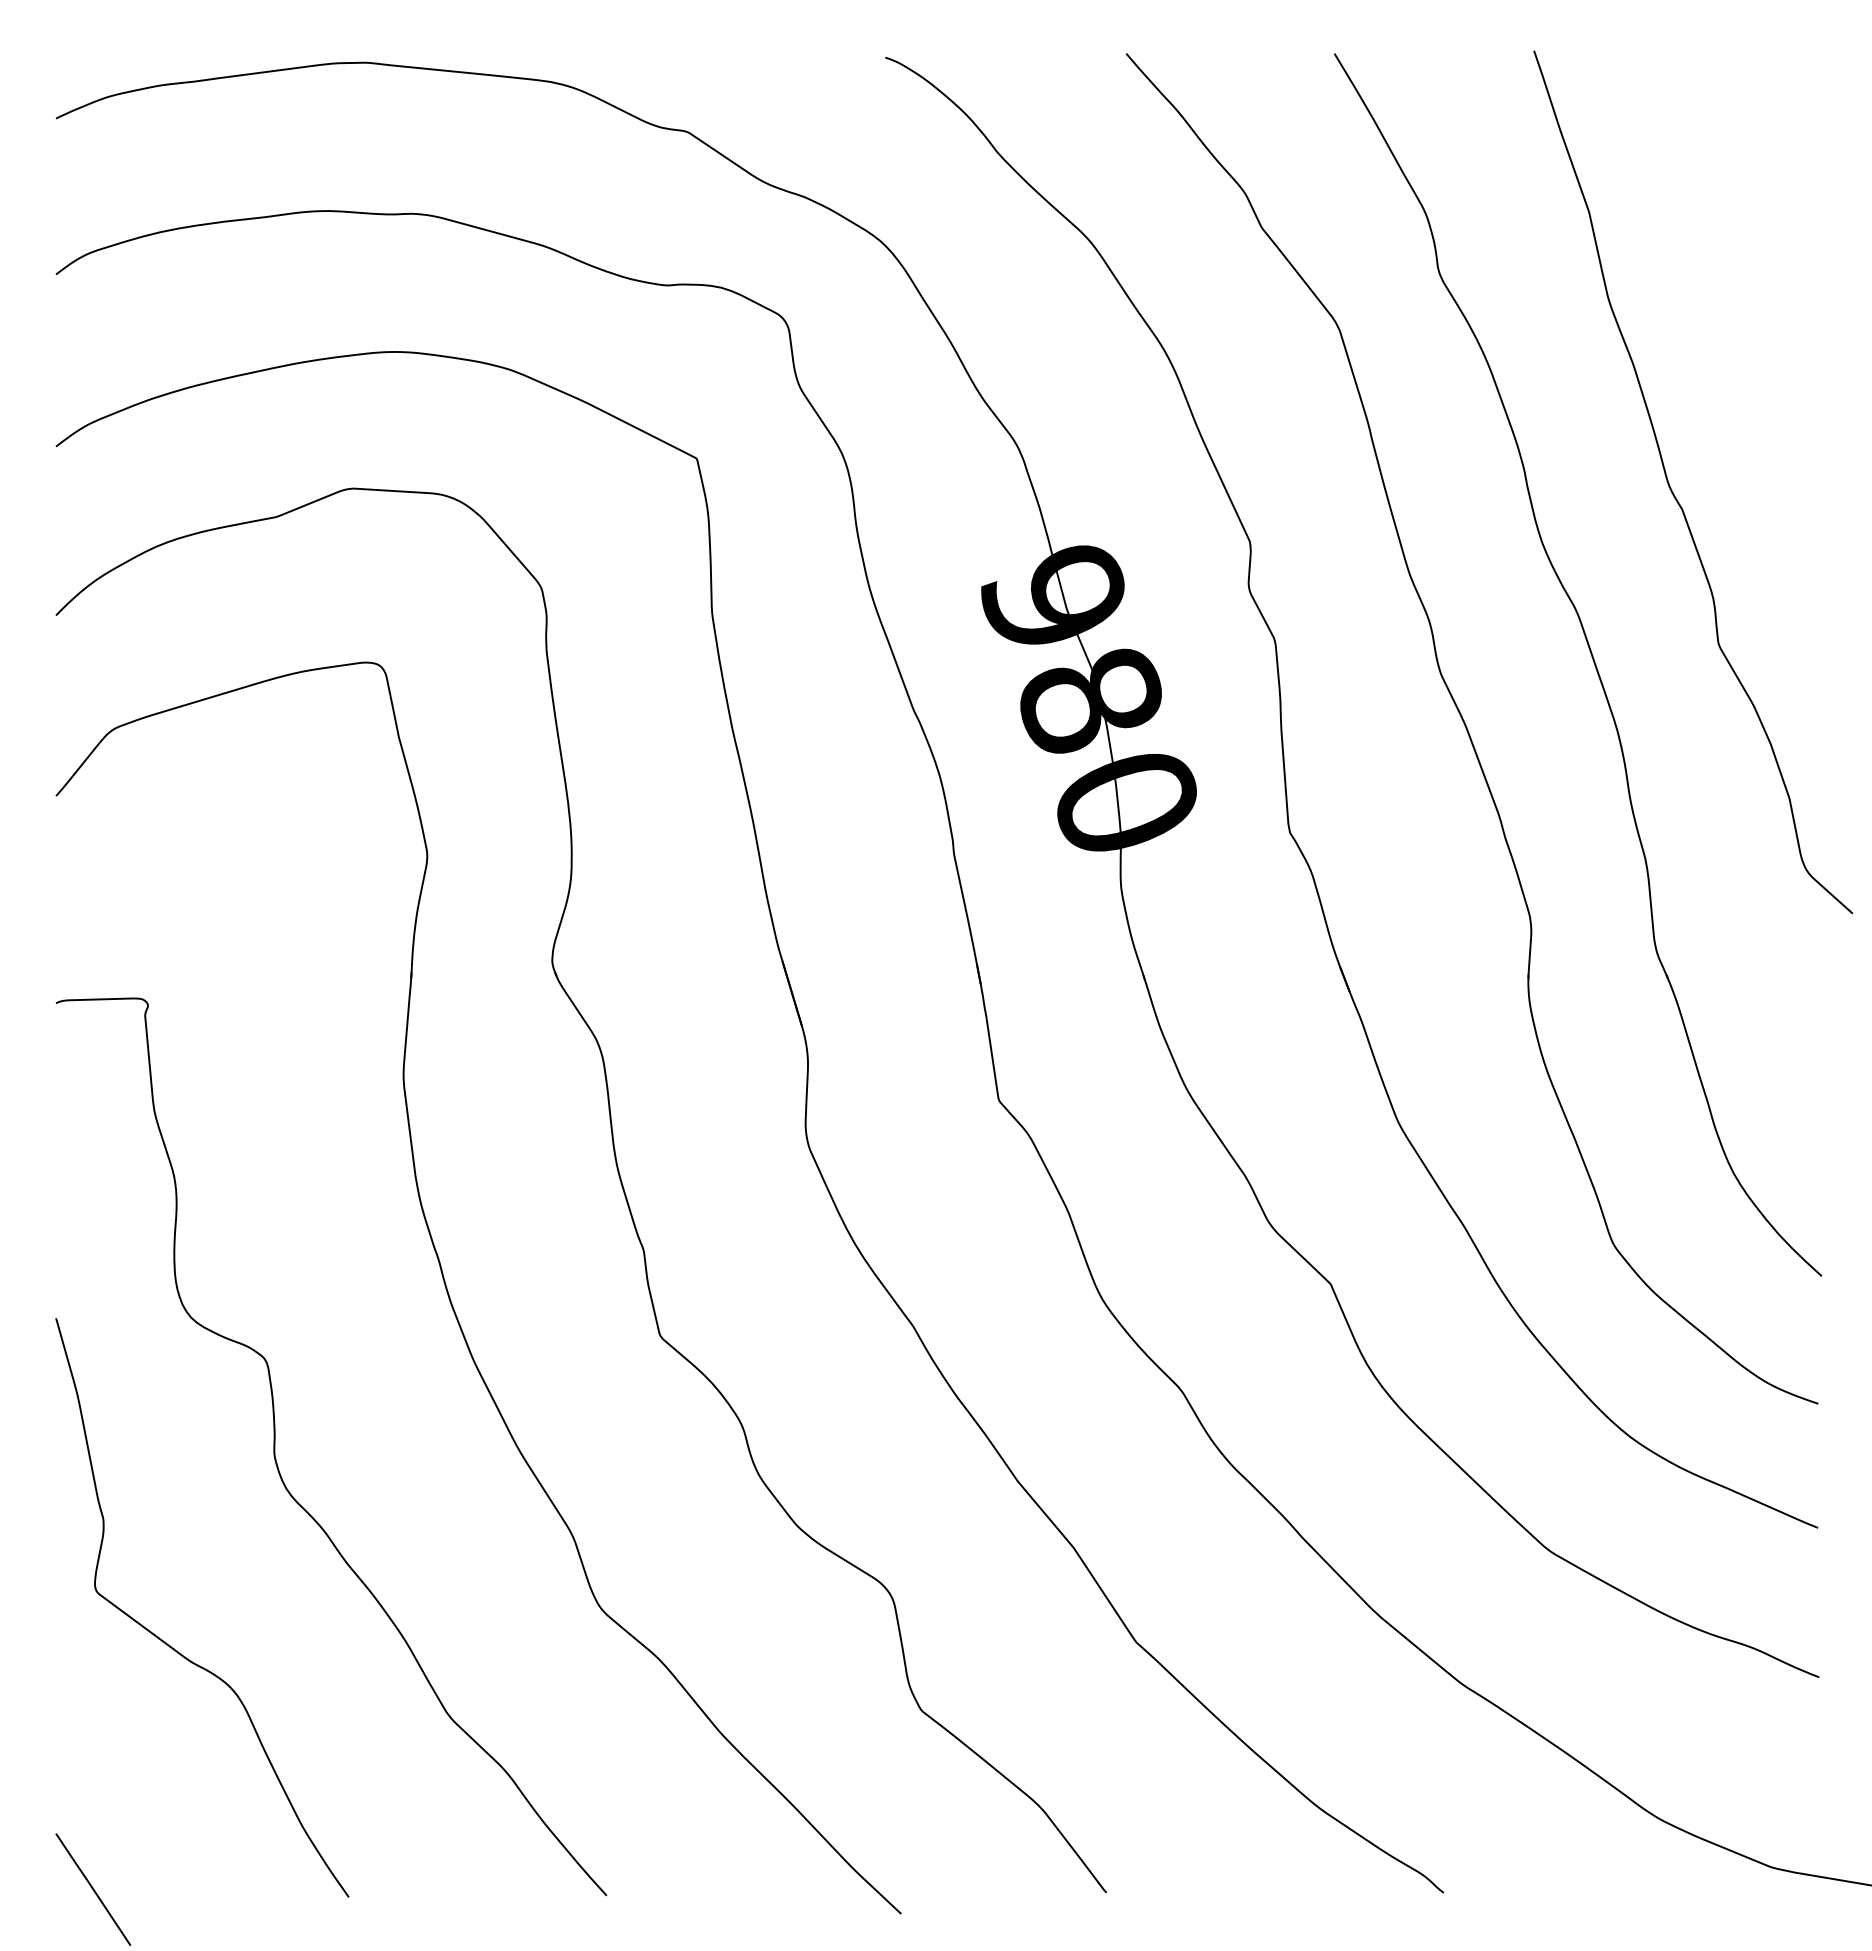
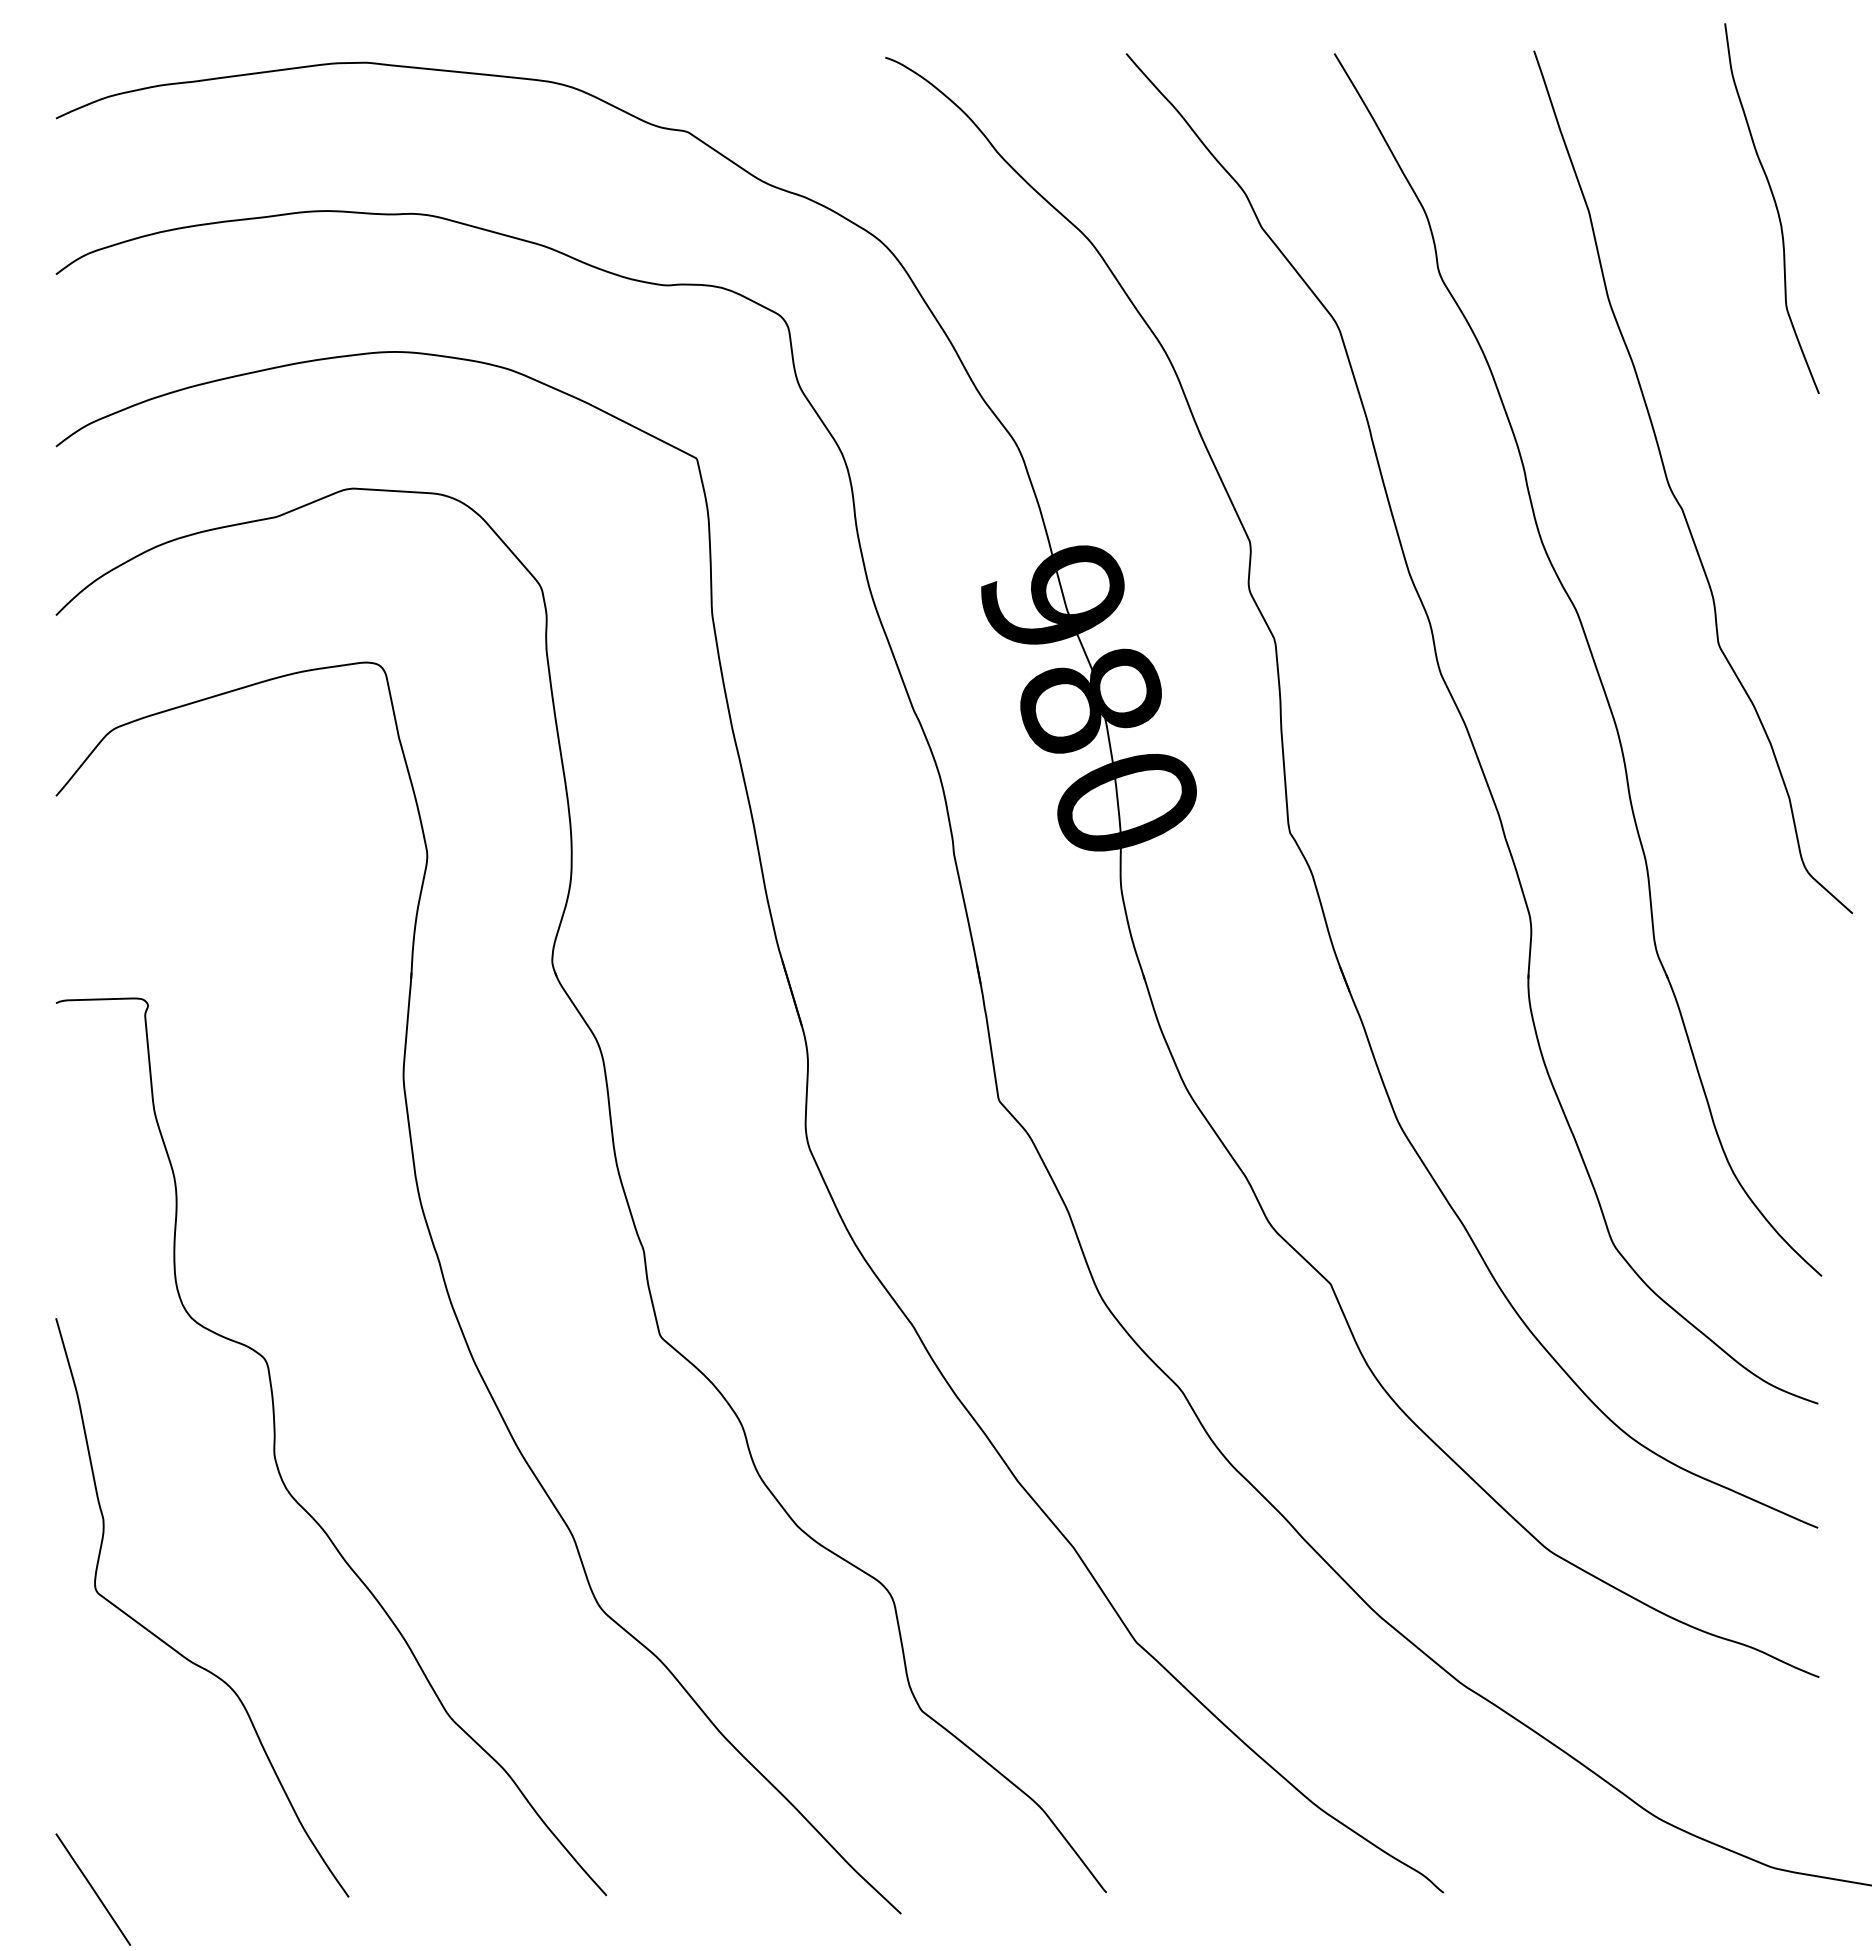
curve at (1775, 207): none -> present
